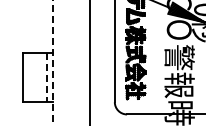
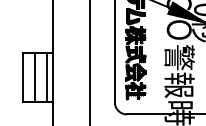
line at (53, 62): dashed -> solid
line at (34, 77): none -> present
line at (47, 78): dashed -> solid
